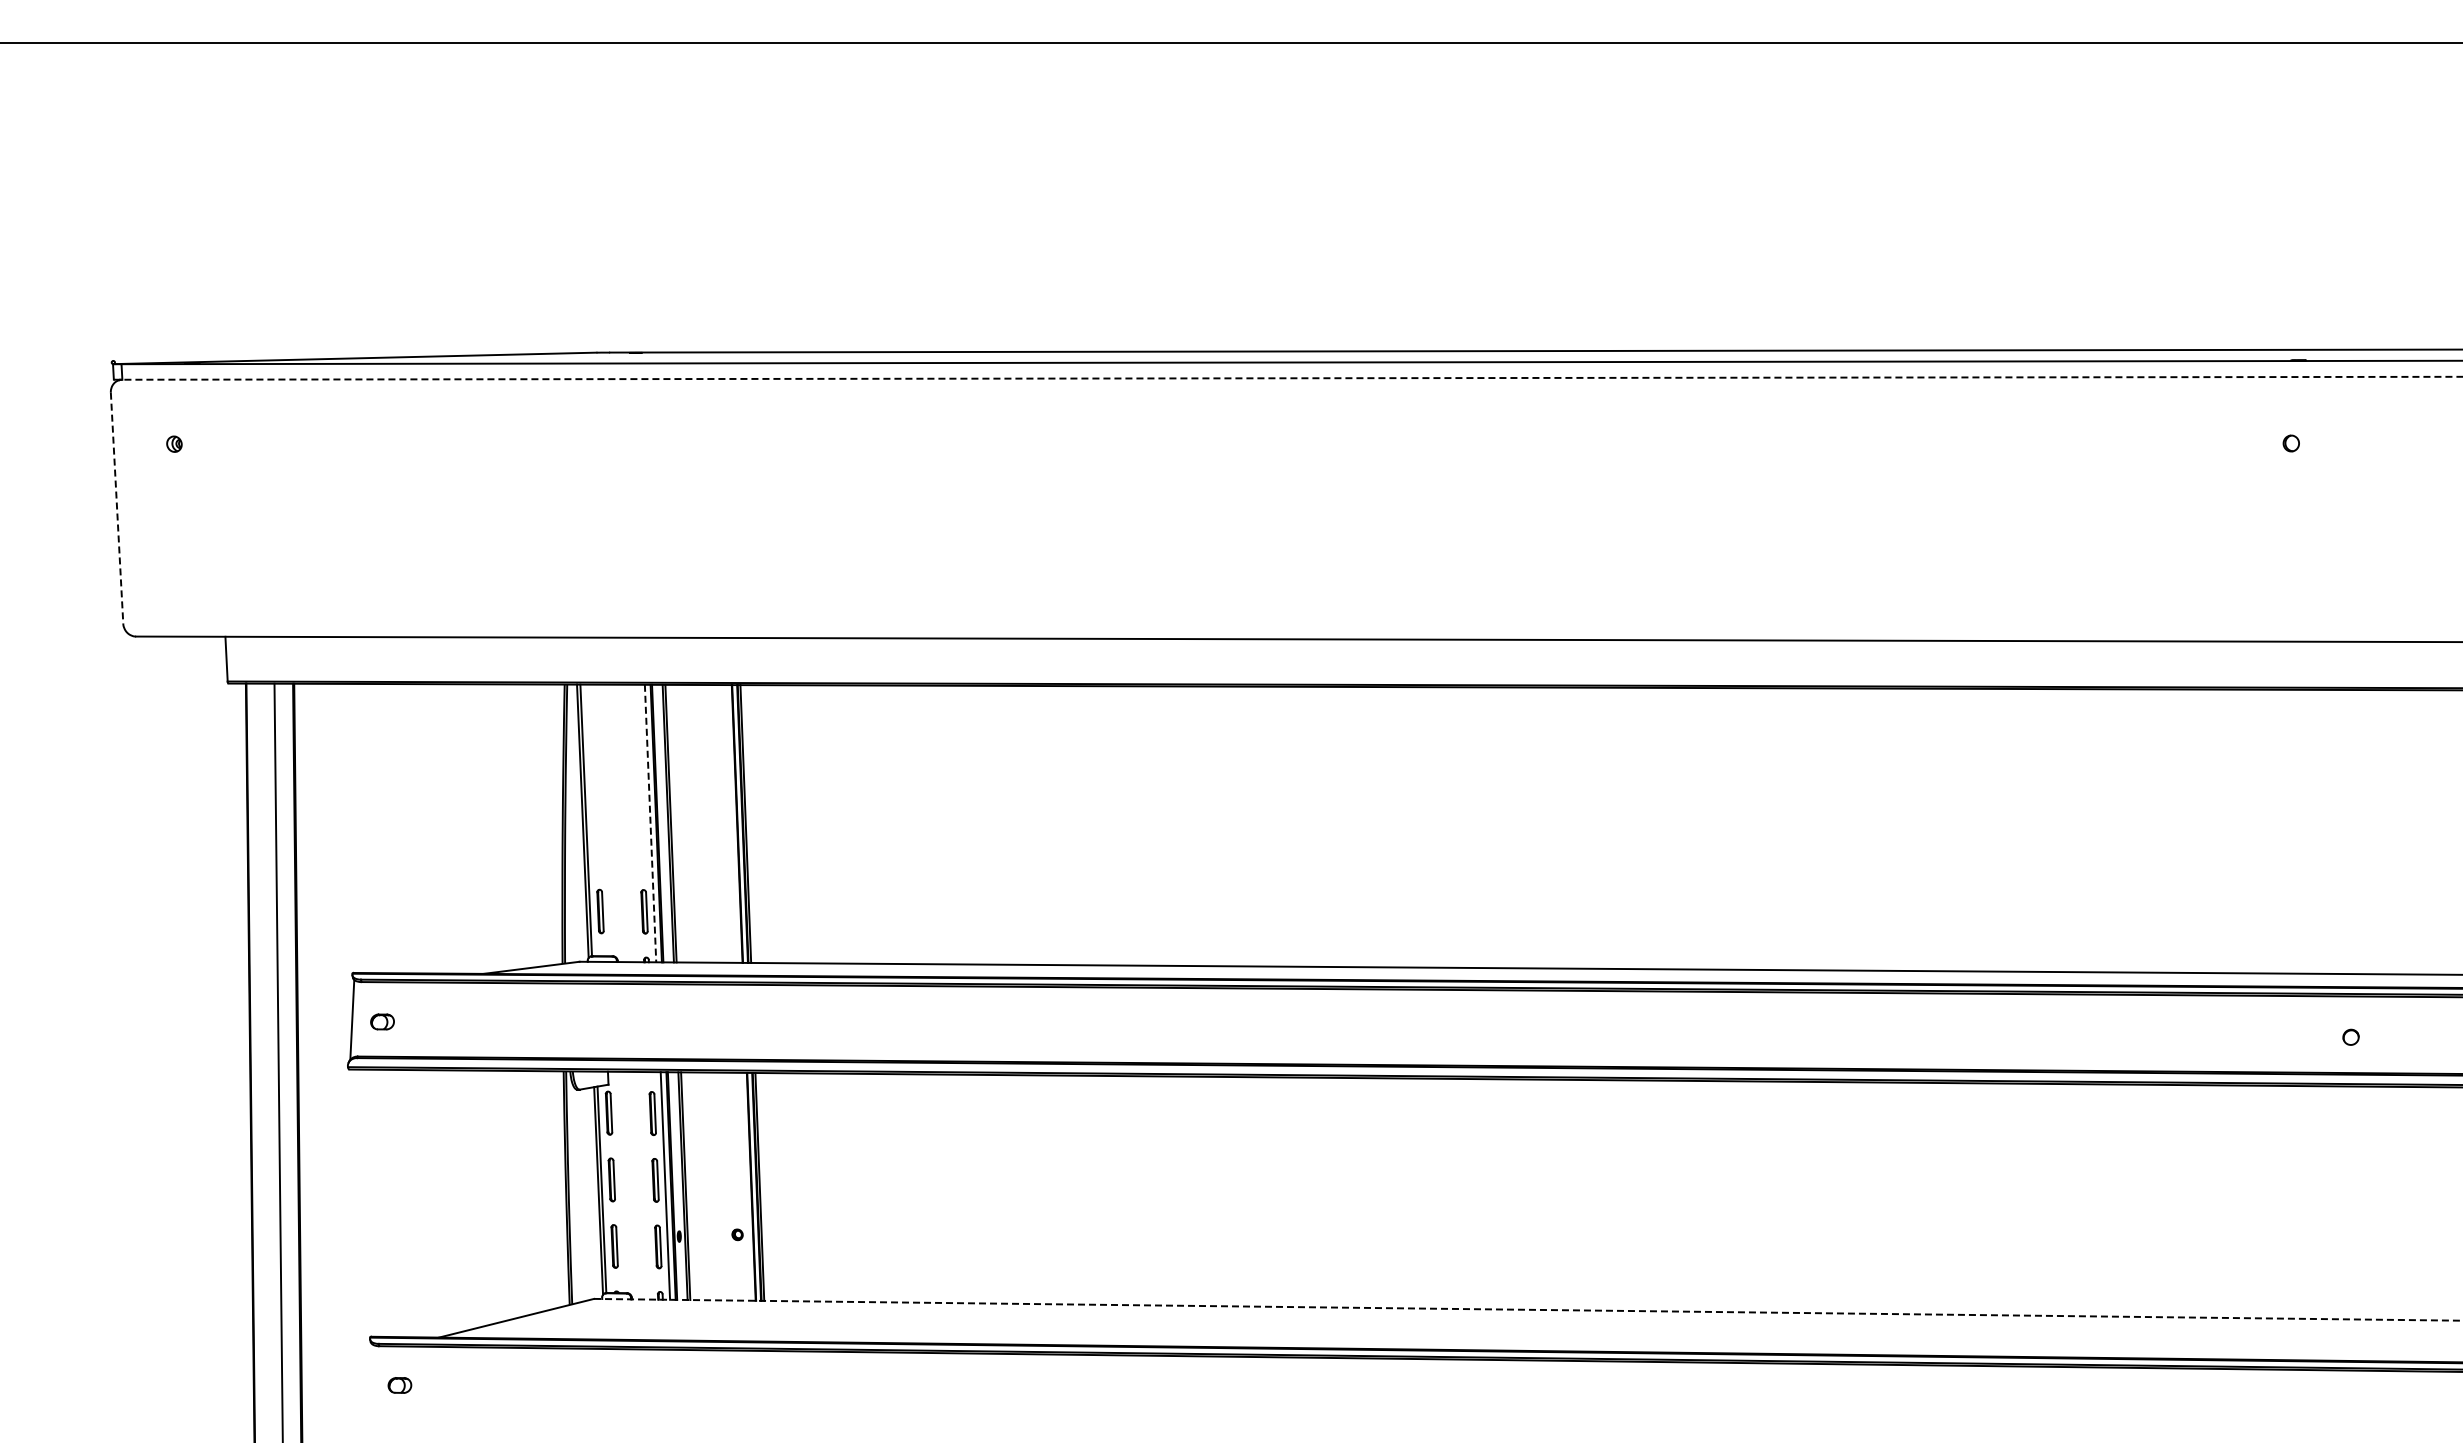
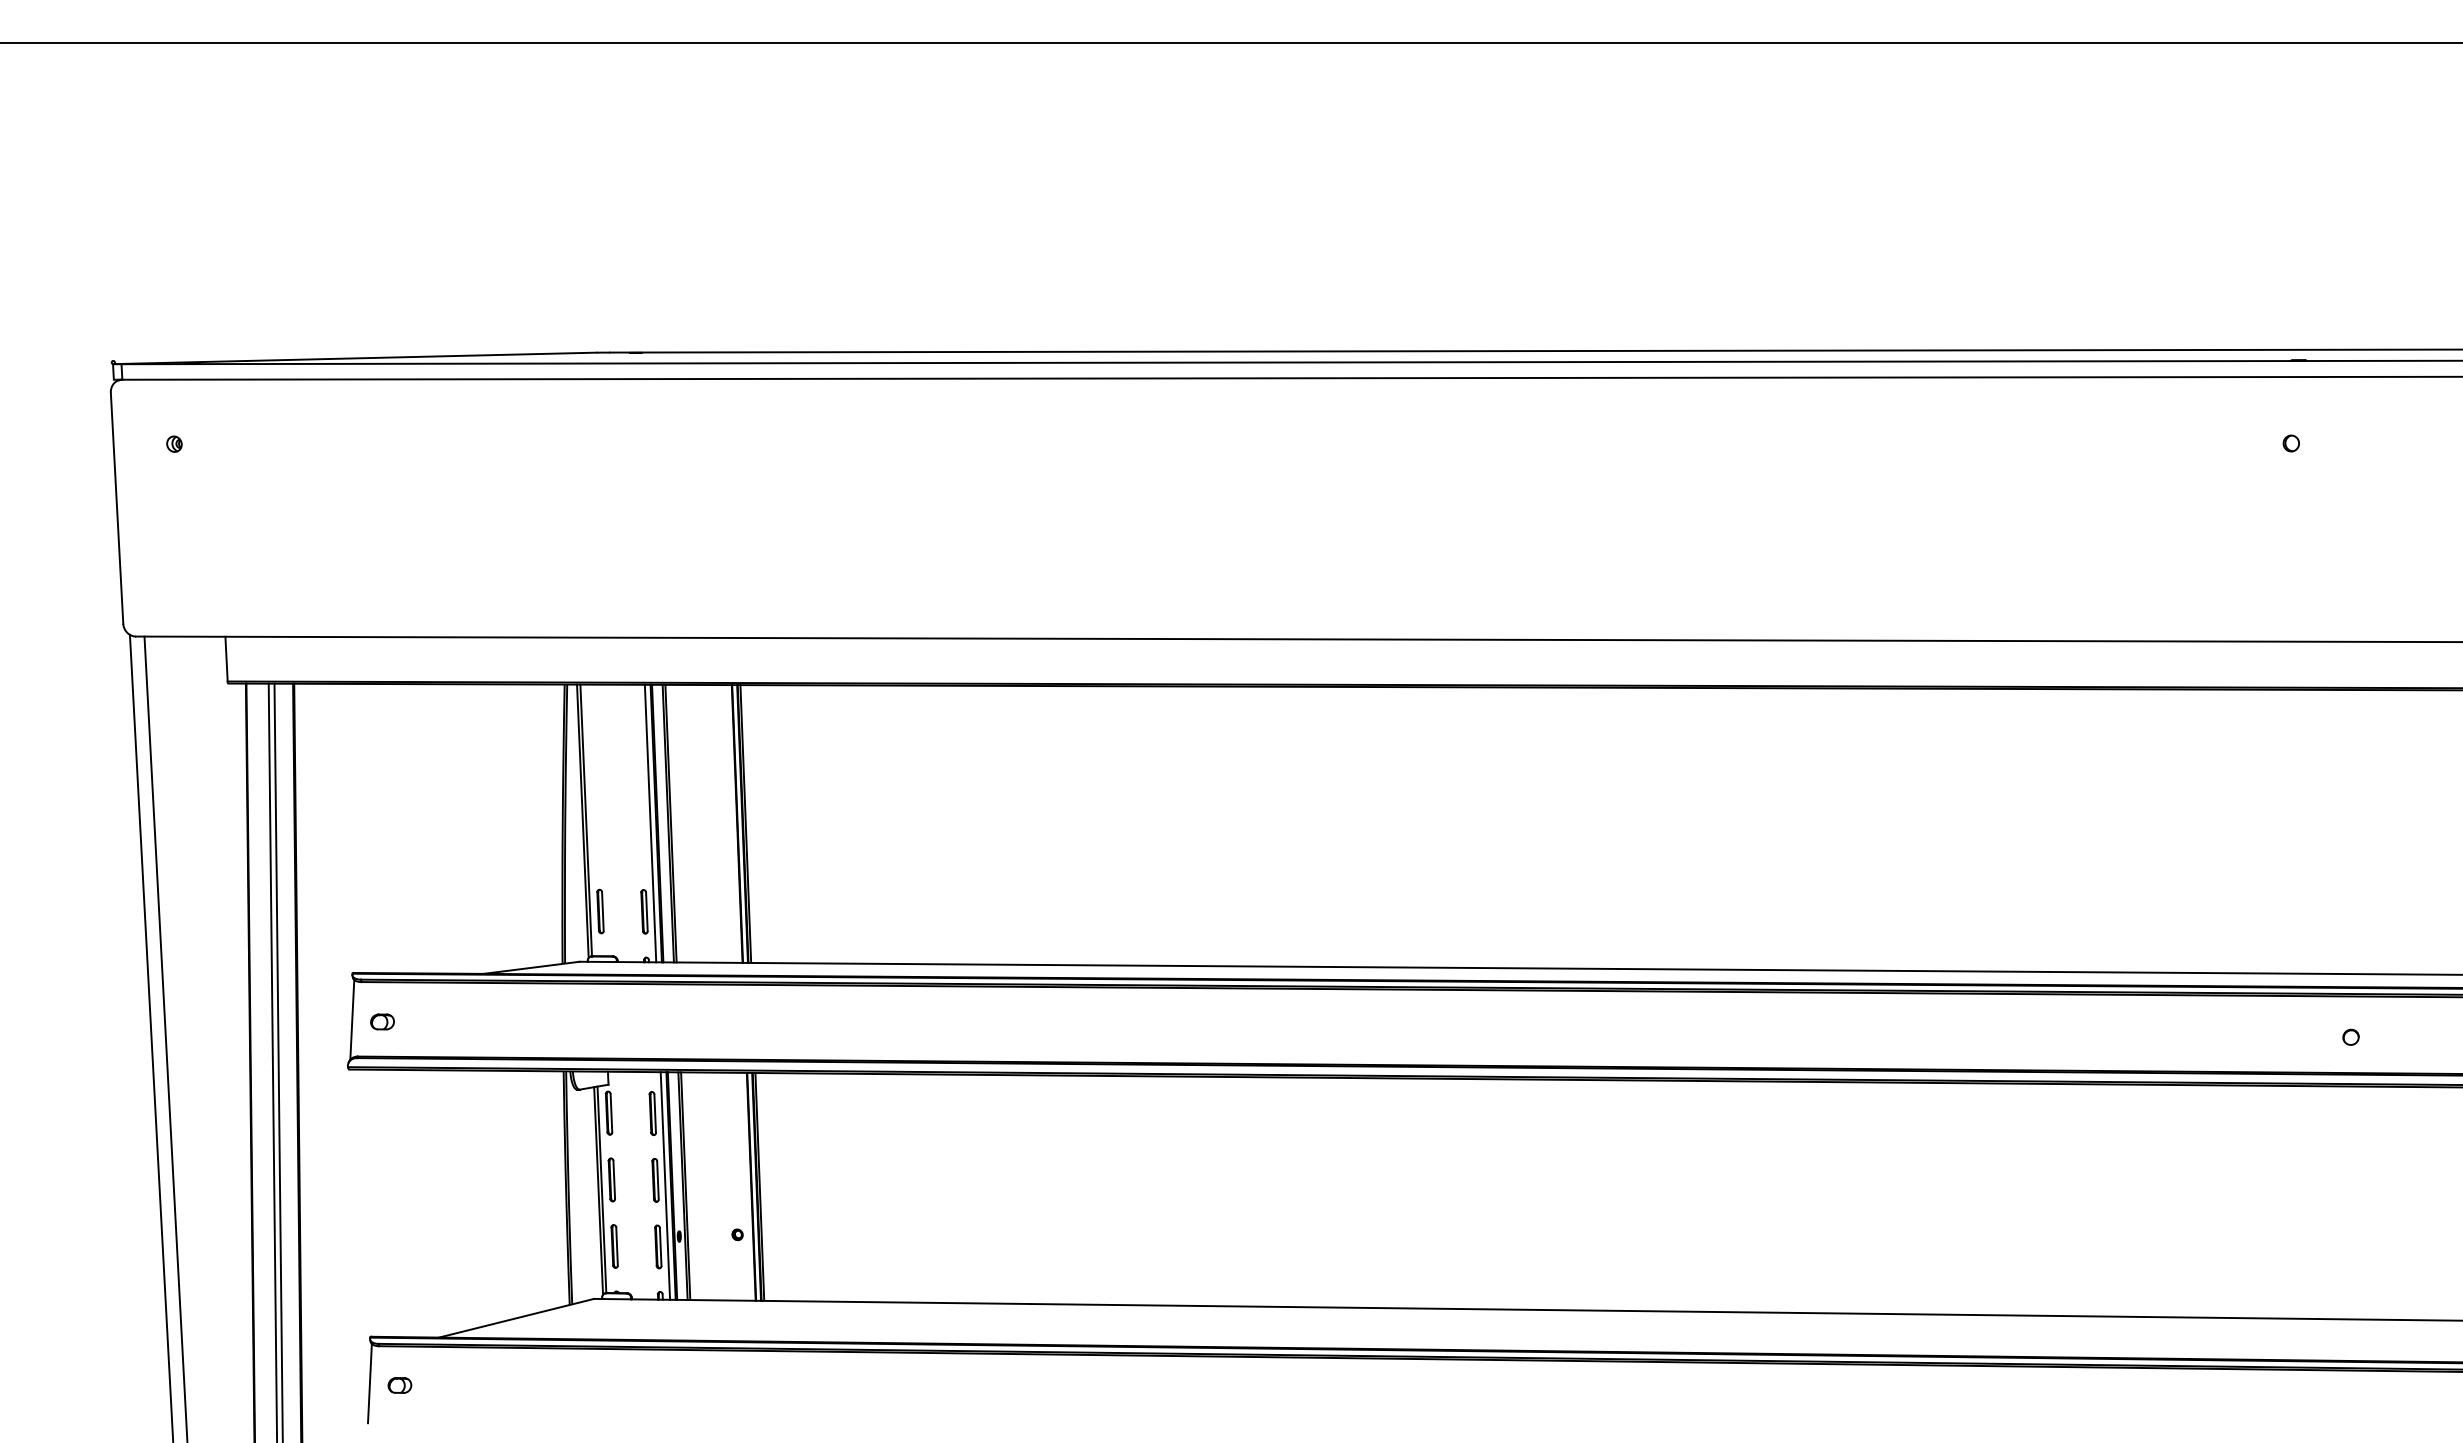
line at (1292, 378): dashed -> solid
line at (117, 508): dashed -> solid
line at (650, 823): dashed -> solid
line at (151, 1036): none -> present
line at (165, 1037): none -> present
line at (272, 1061): none -> present
line at (1528, 1309): dashed -> solid
line at (369, 1383): none -> present
